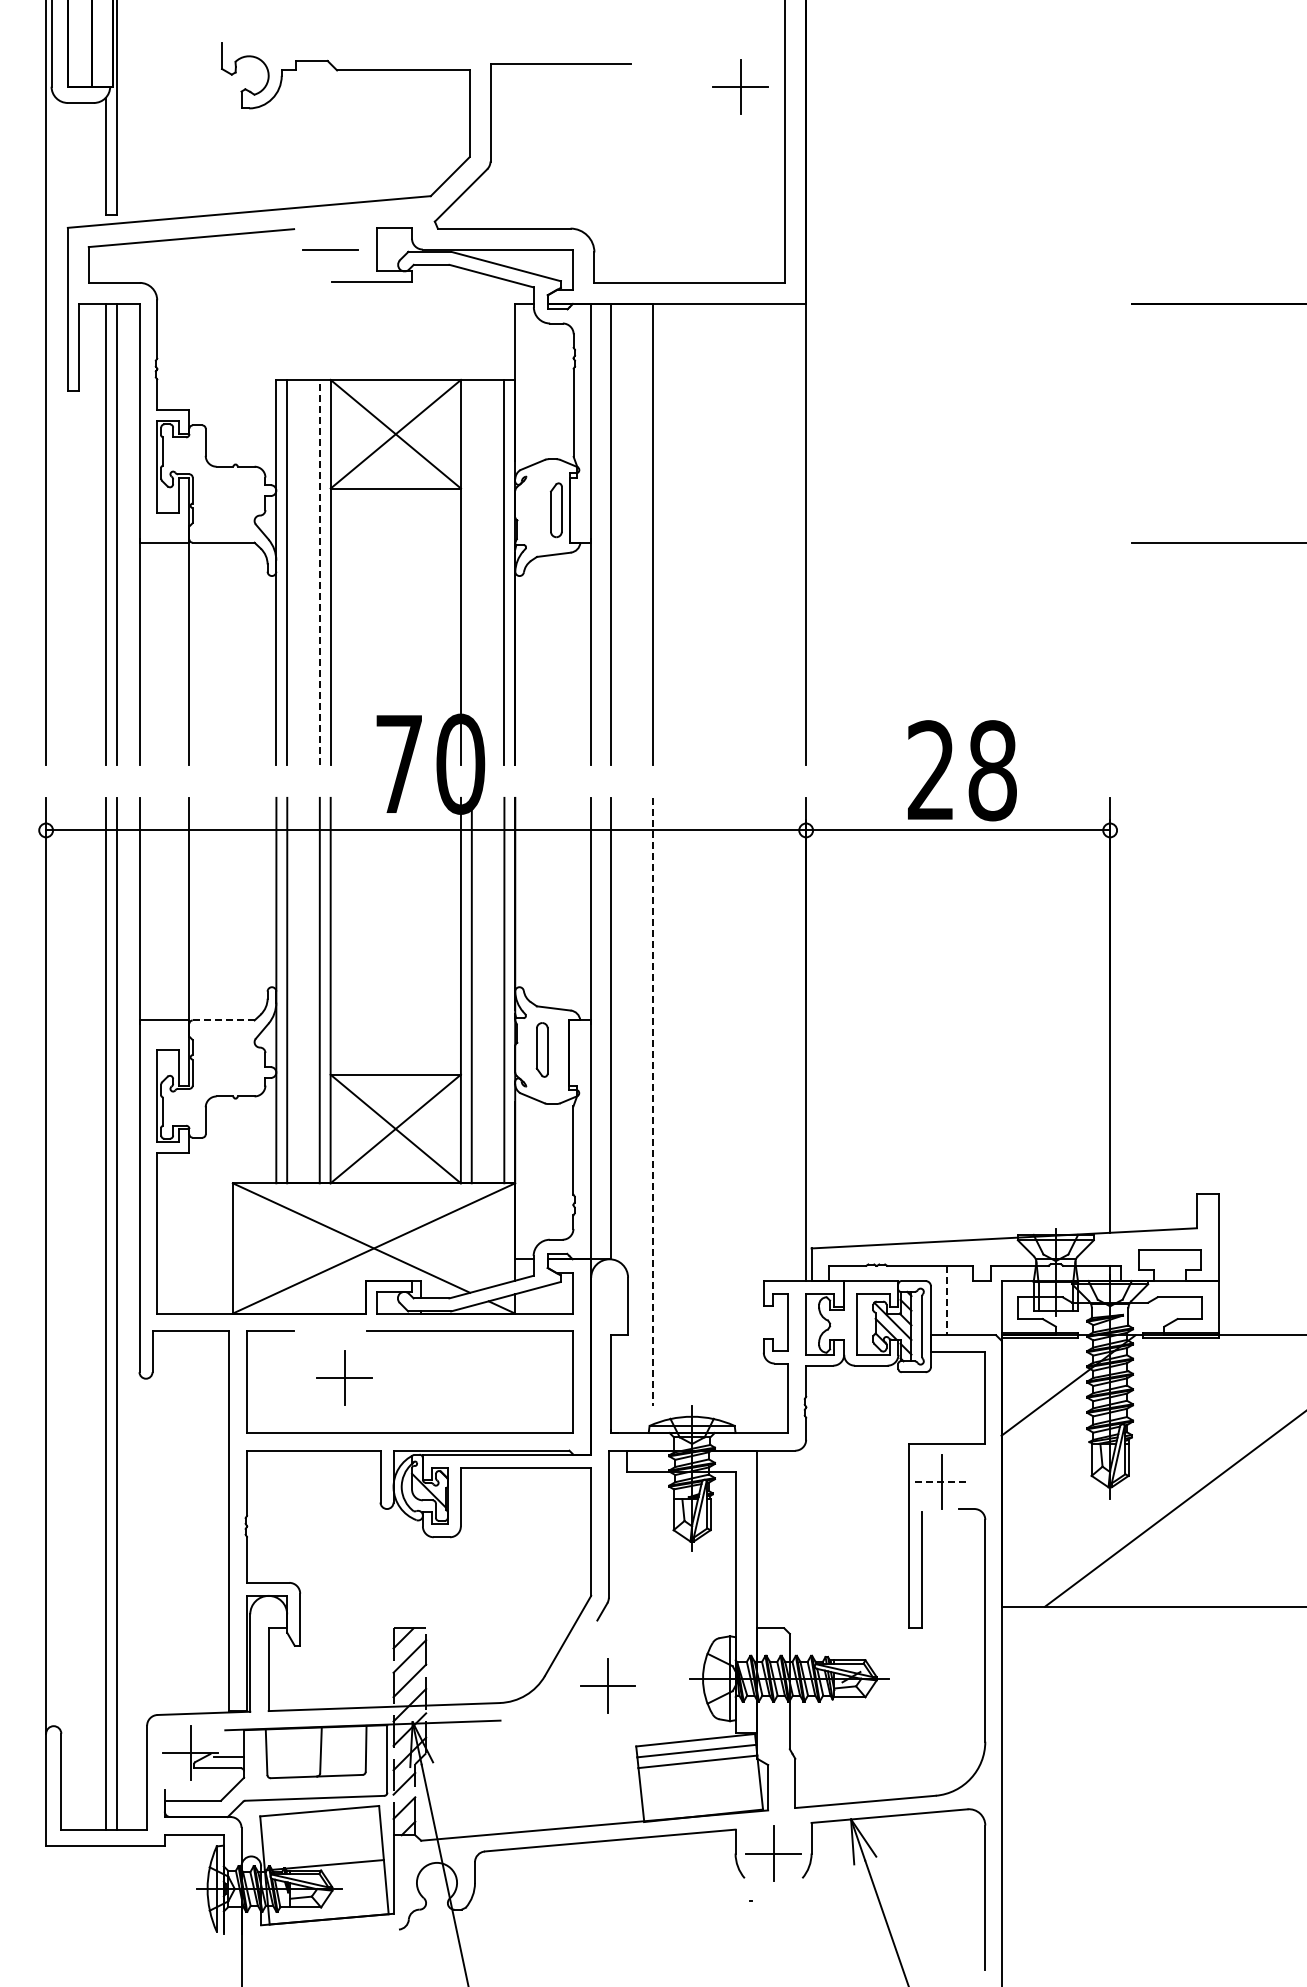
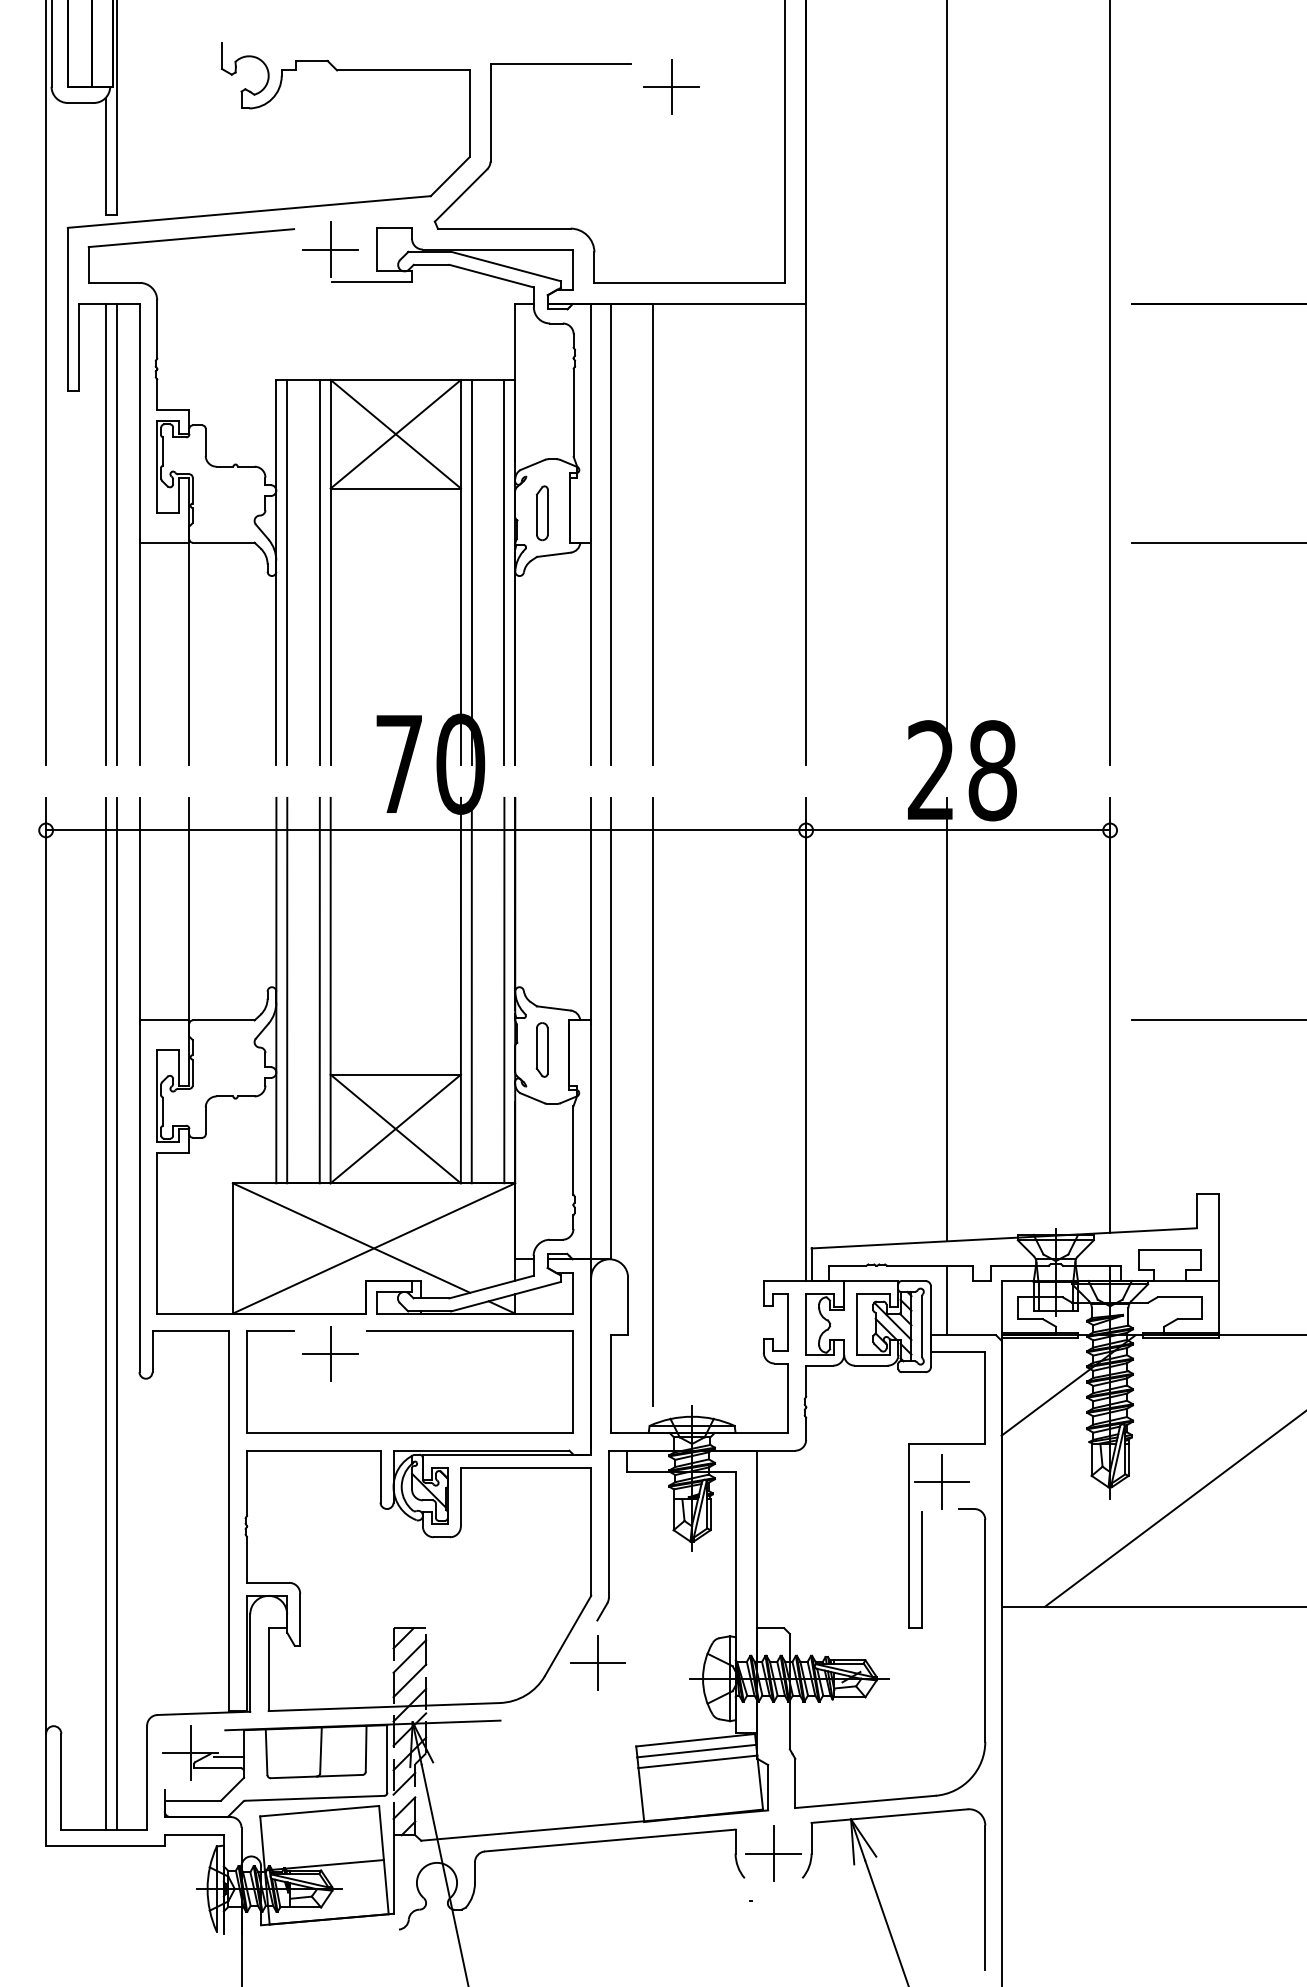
part at (740, 86) position: (740, 86) -> (671, 86)
line at (330, 249): none -> present
line at (947, 383): none -> present
line at (1110, 383): none -> present
part at (556, 510) position: (556, 510) -> (542, 513)
line at (319, 572): dashed -> solid
line at (471, 572): none -> present
line at (947, 1019): none -> present
line at (223, 1020): dashed -> solid
line at (1217, 1020): none -> present
line at (653, 1102): dashed -> solid
line at (947, 1300): dashed -> solid
part at (344, 1377) position: (344, 1377) -> (330, 1353)
line at (942, 1481): dashed -> solid
part at (607, 1685) position: (607, 1685) -> (597, 1662)
